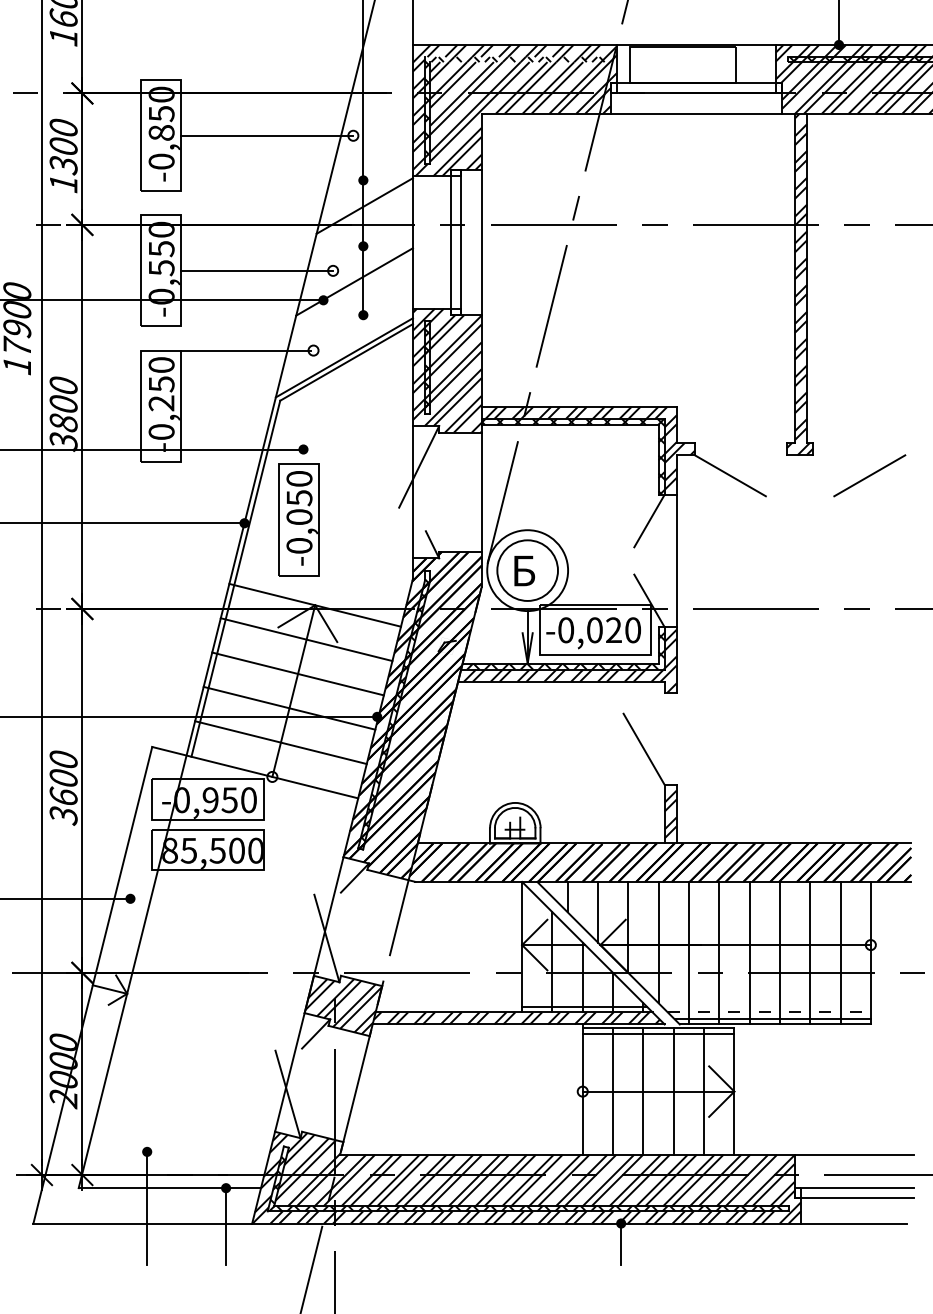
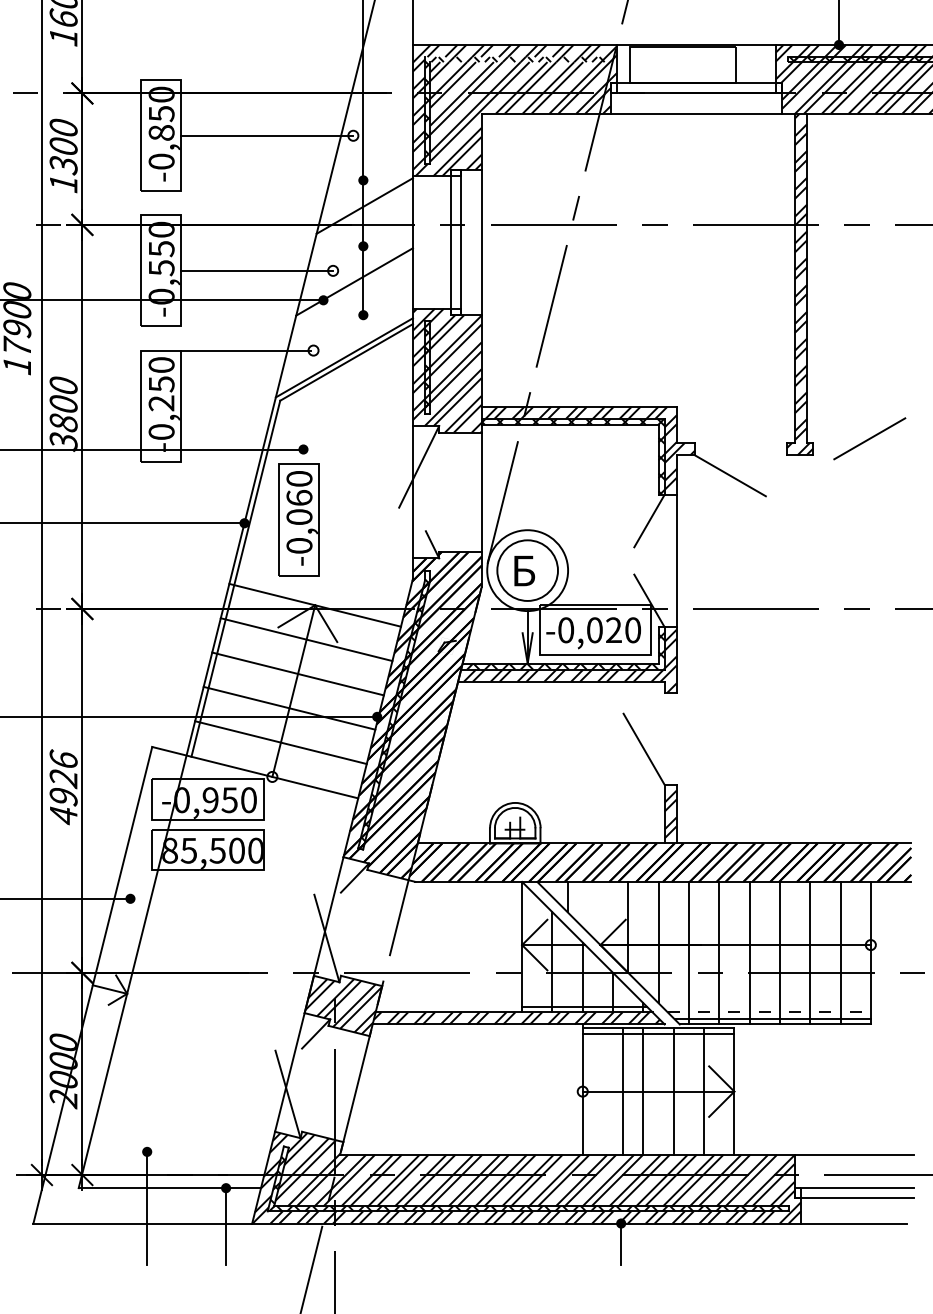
line at (869, 475) position: (869, 475) -> (869, 438)
text at (299, 498): -0,050 -> -0,060
text at (63, 787): 3600 -> 4926
line at (597, 911): present -> none
line at (613, 1091) position: (613, 1091) -> (623, 1091)
